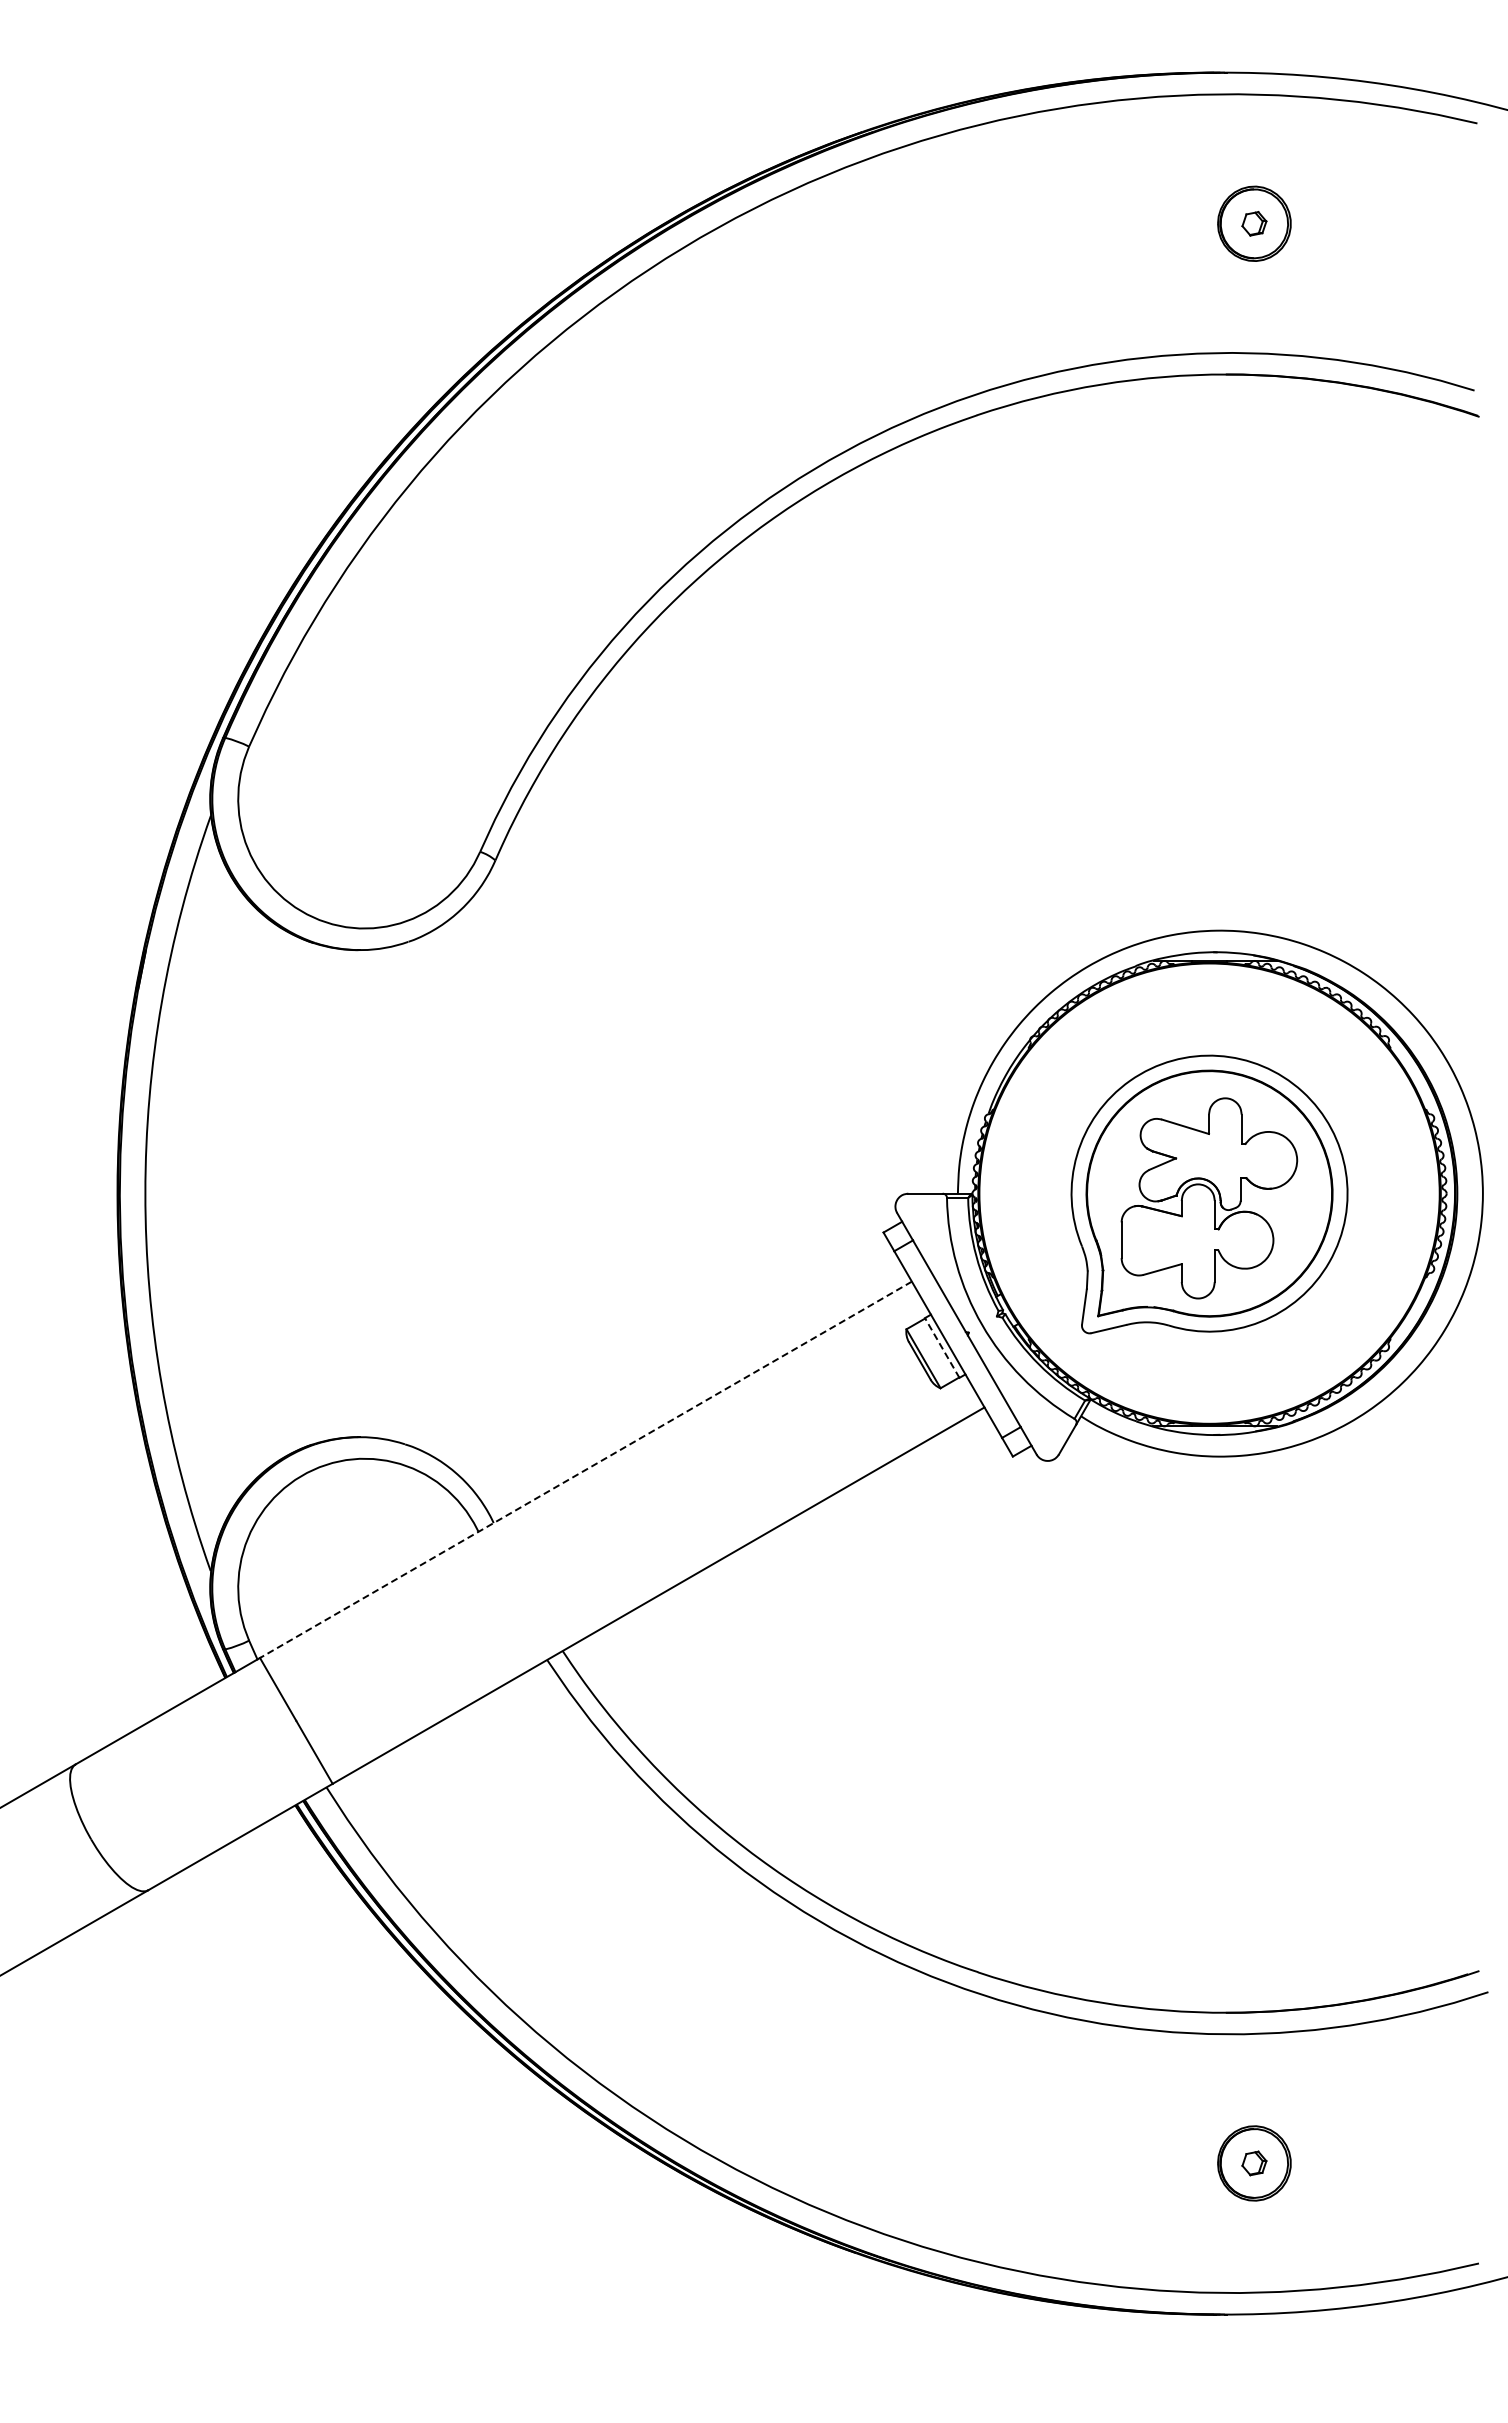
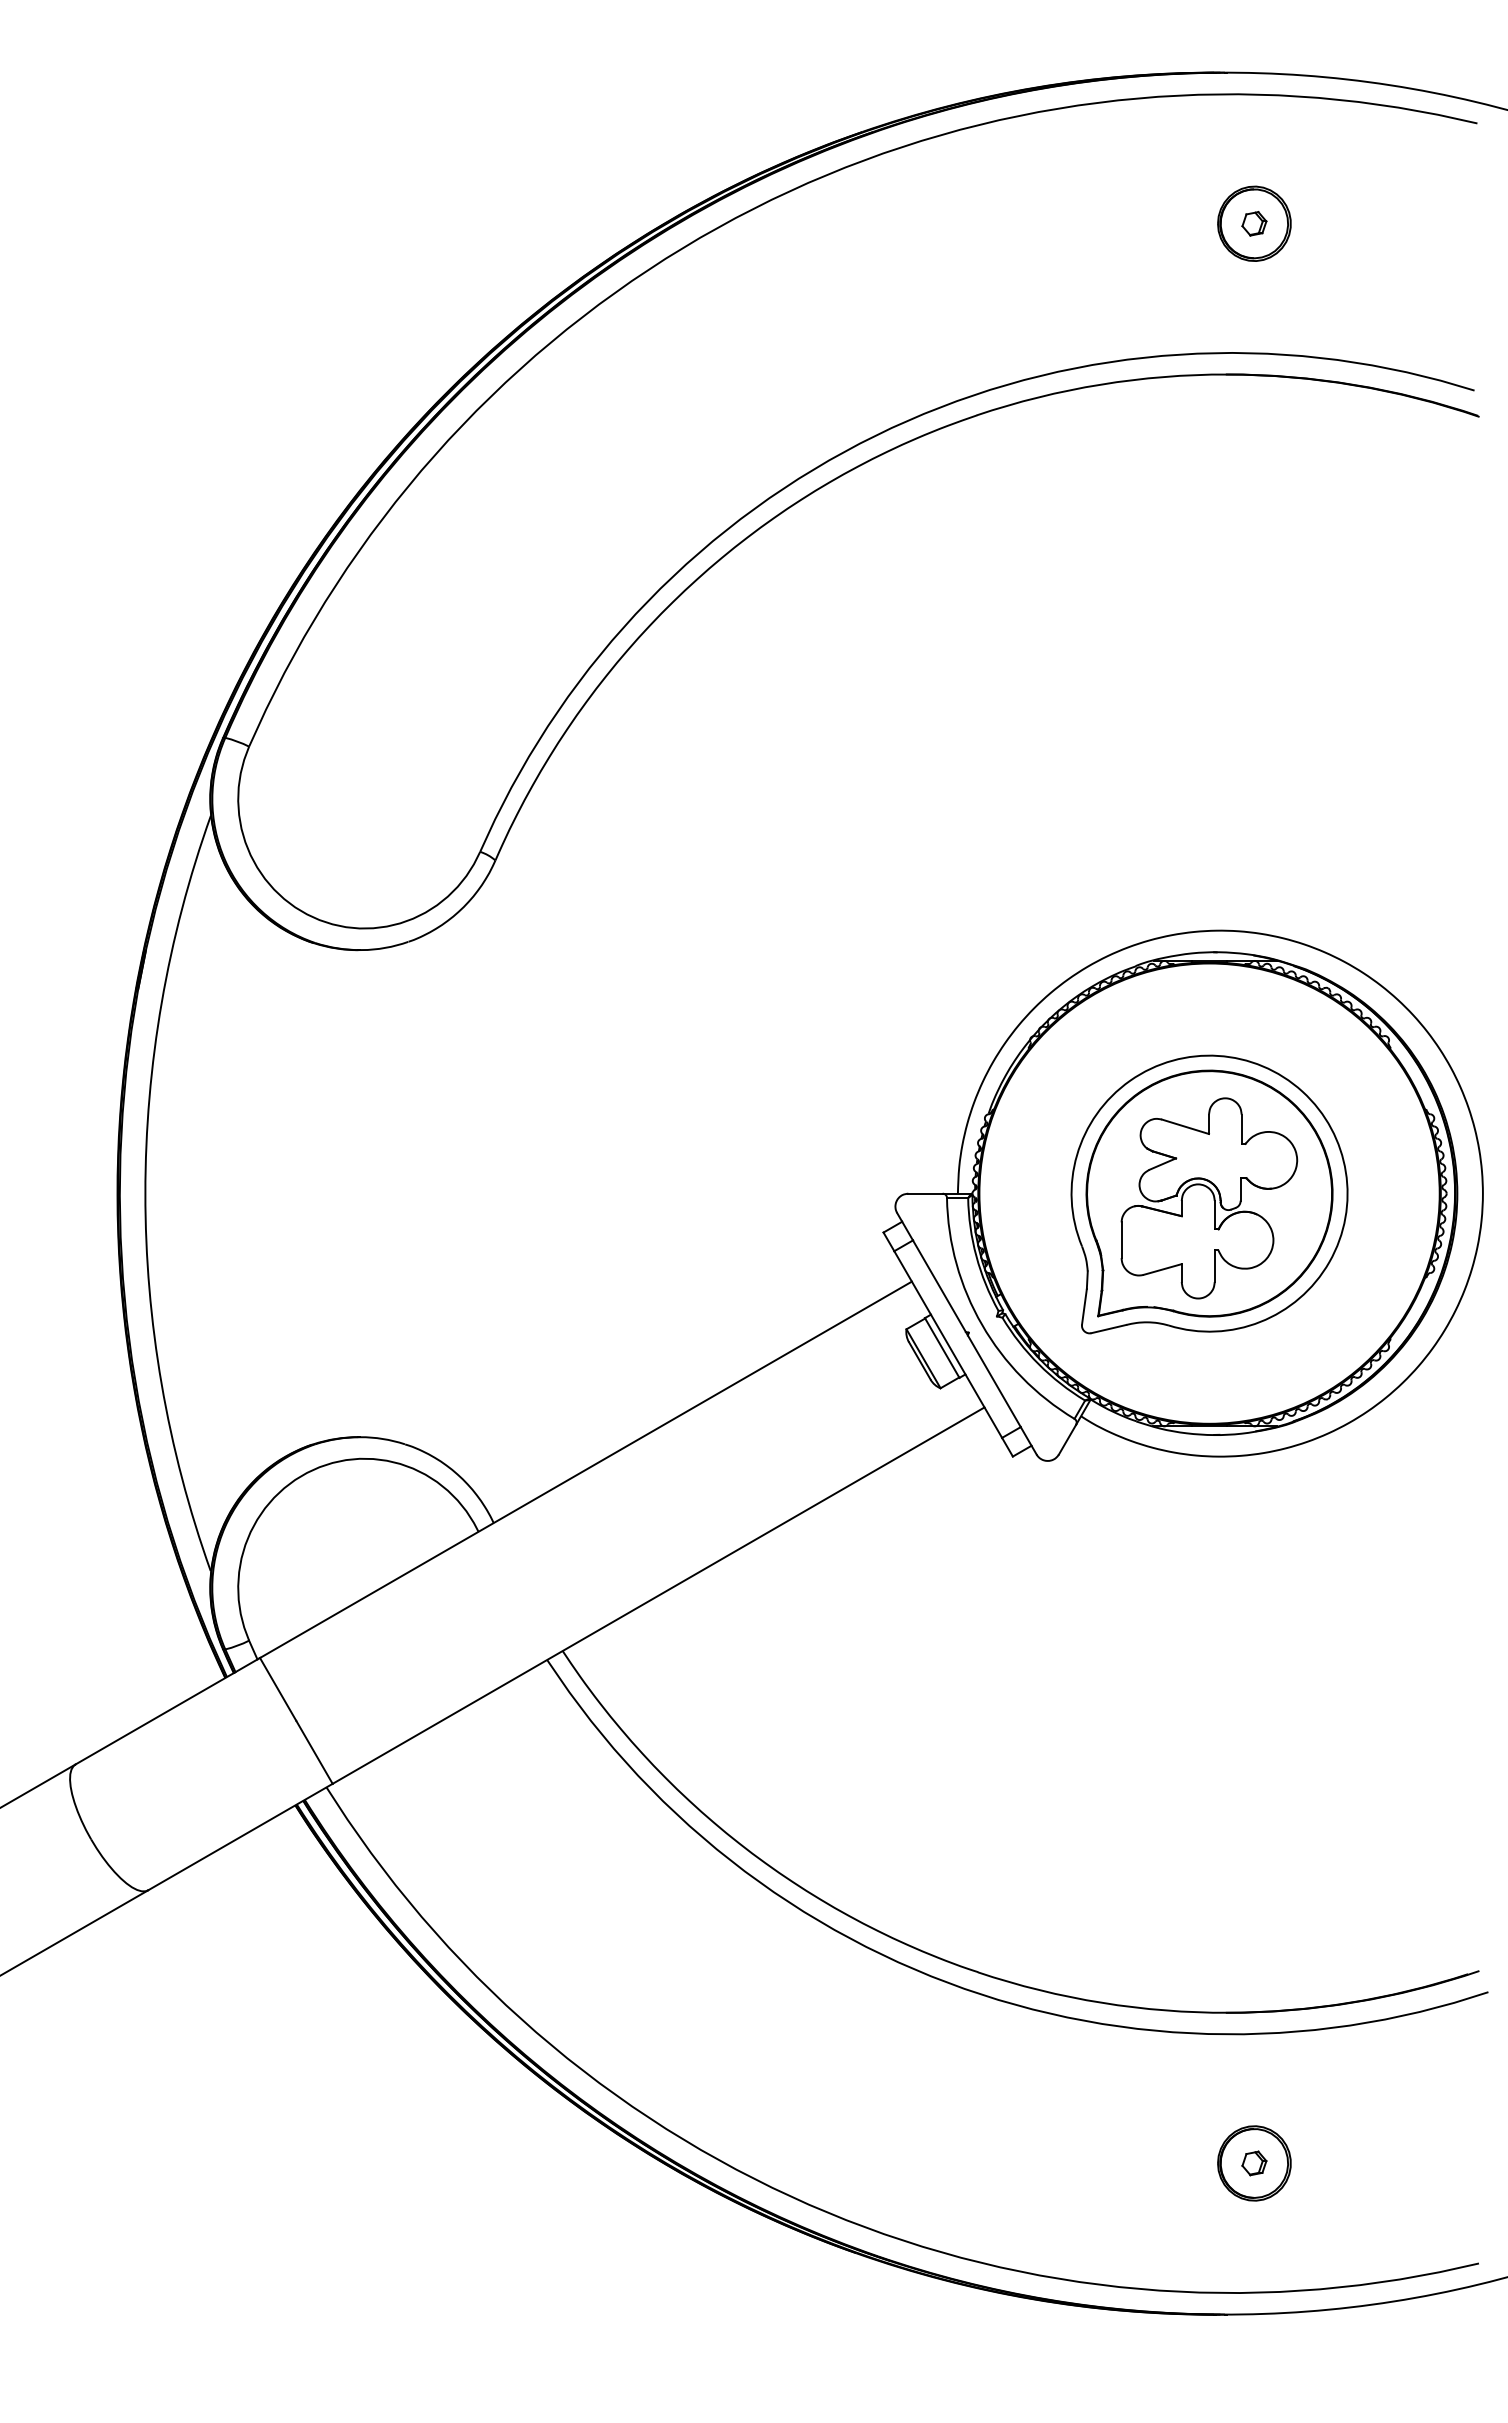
line at (941, 1347): dashed -> solid
line at (585, 1470): dashed -> solid
